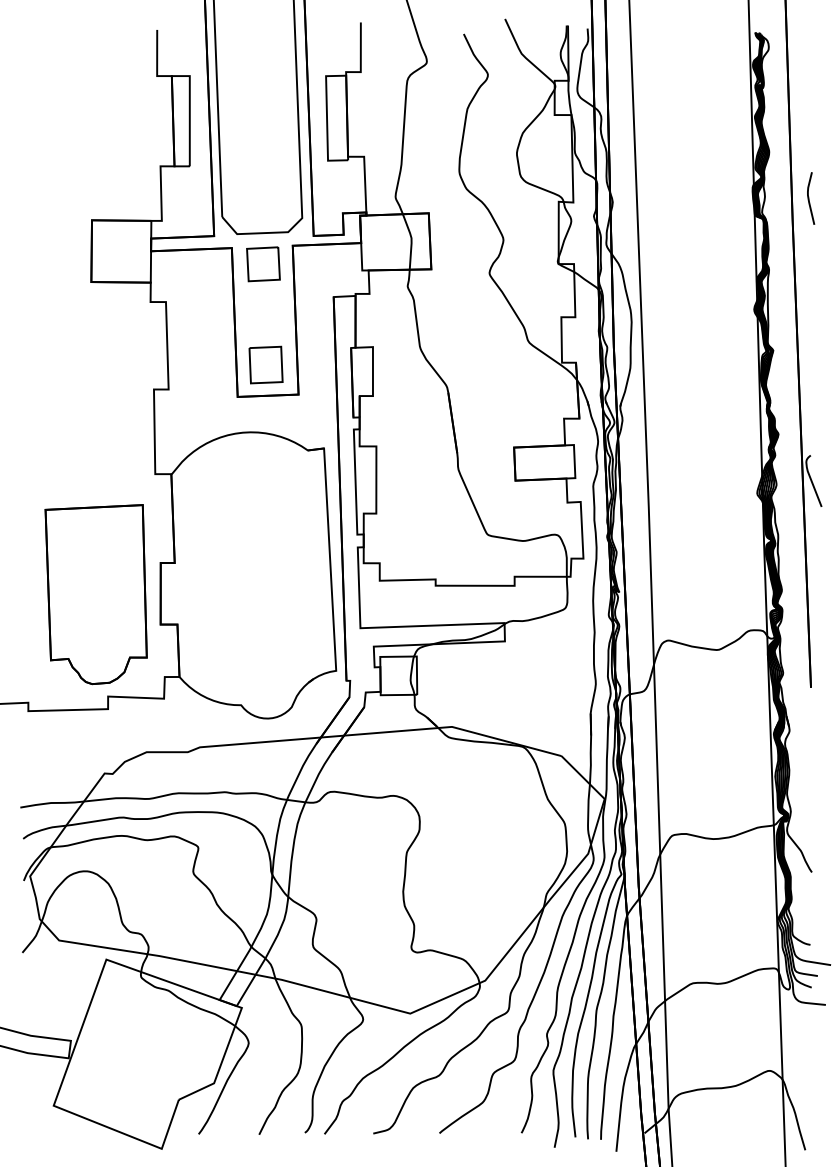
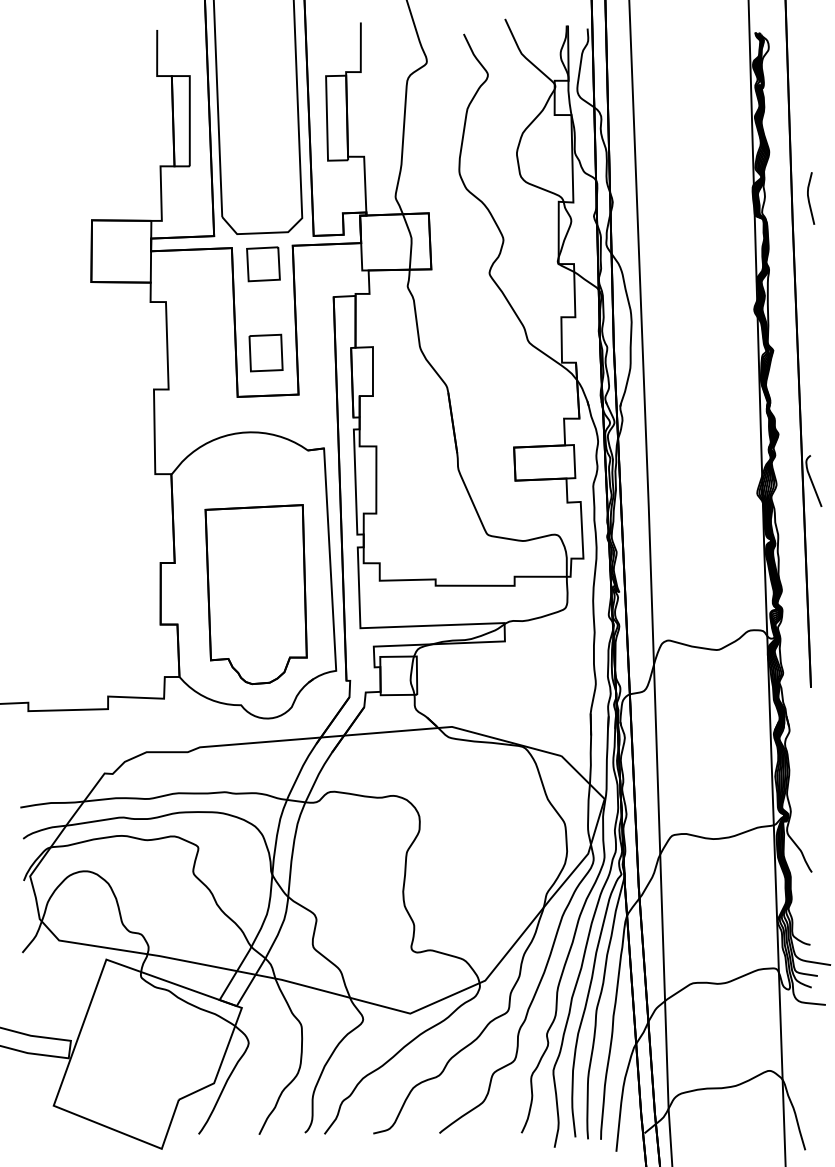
part at (265, 364) position: (265, 364) -> (265, 352)
part at (95, 594) position: (95, 594) -> (255, 594)
